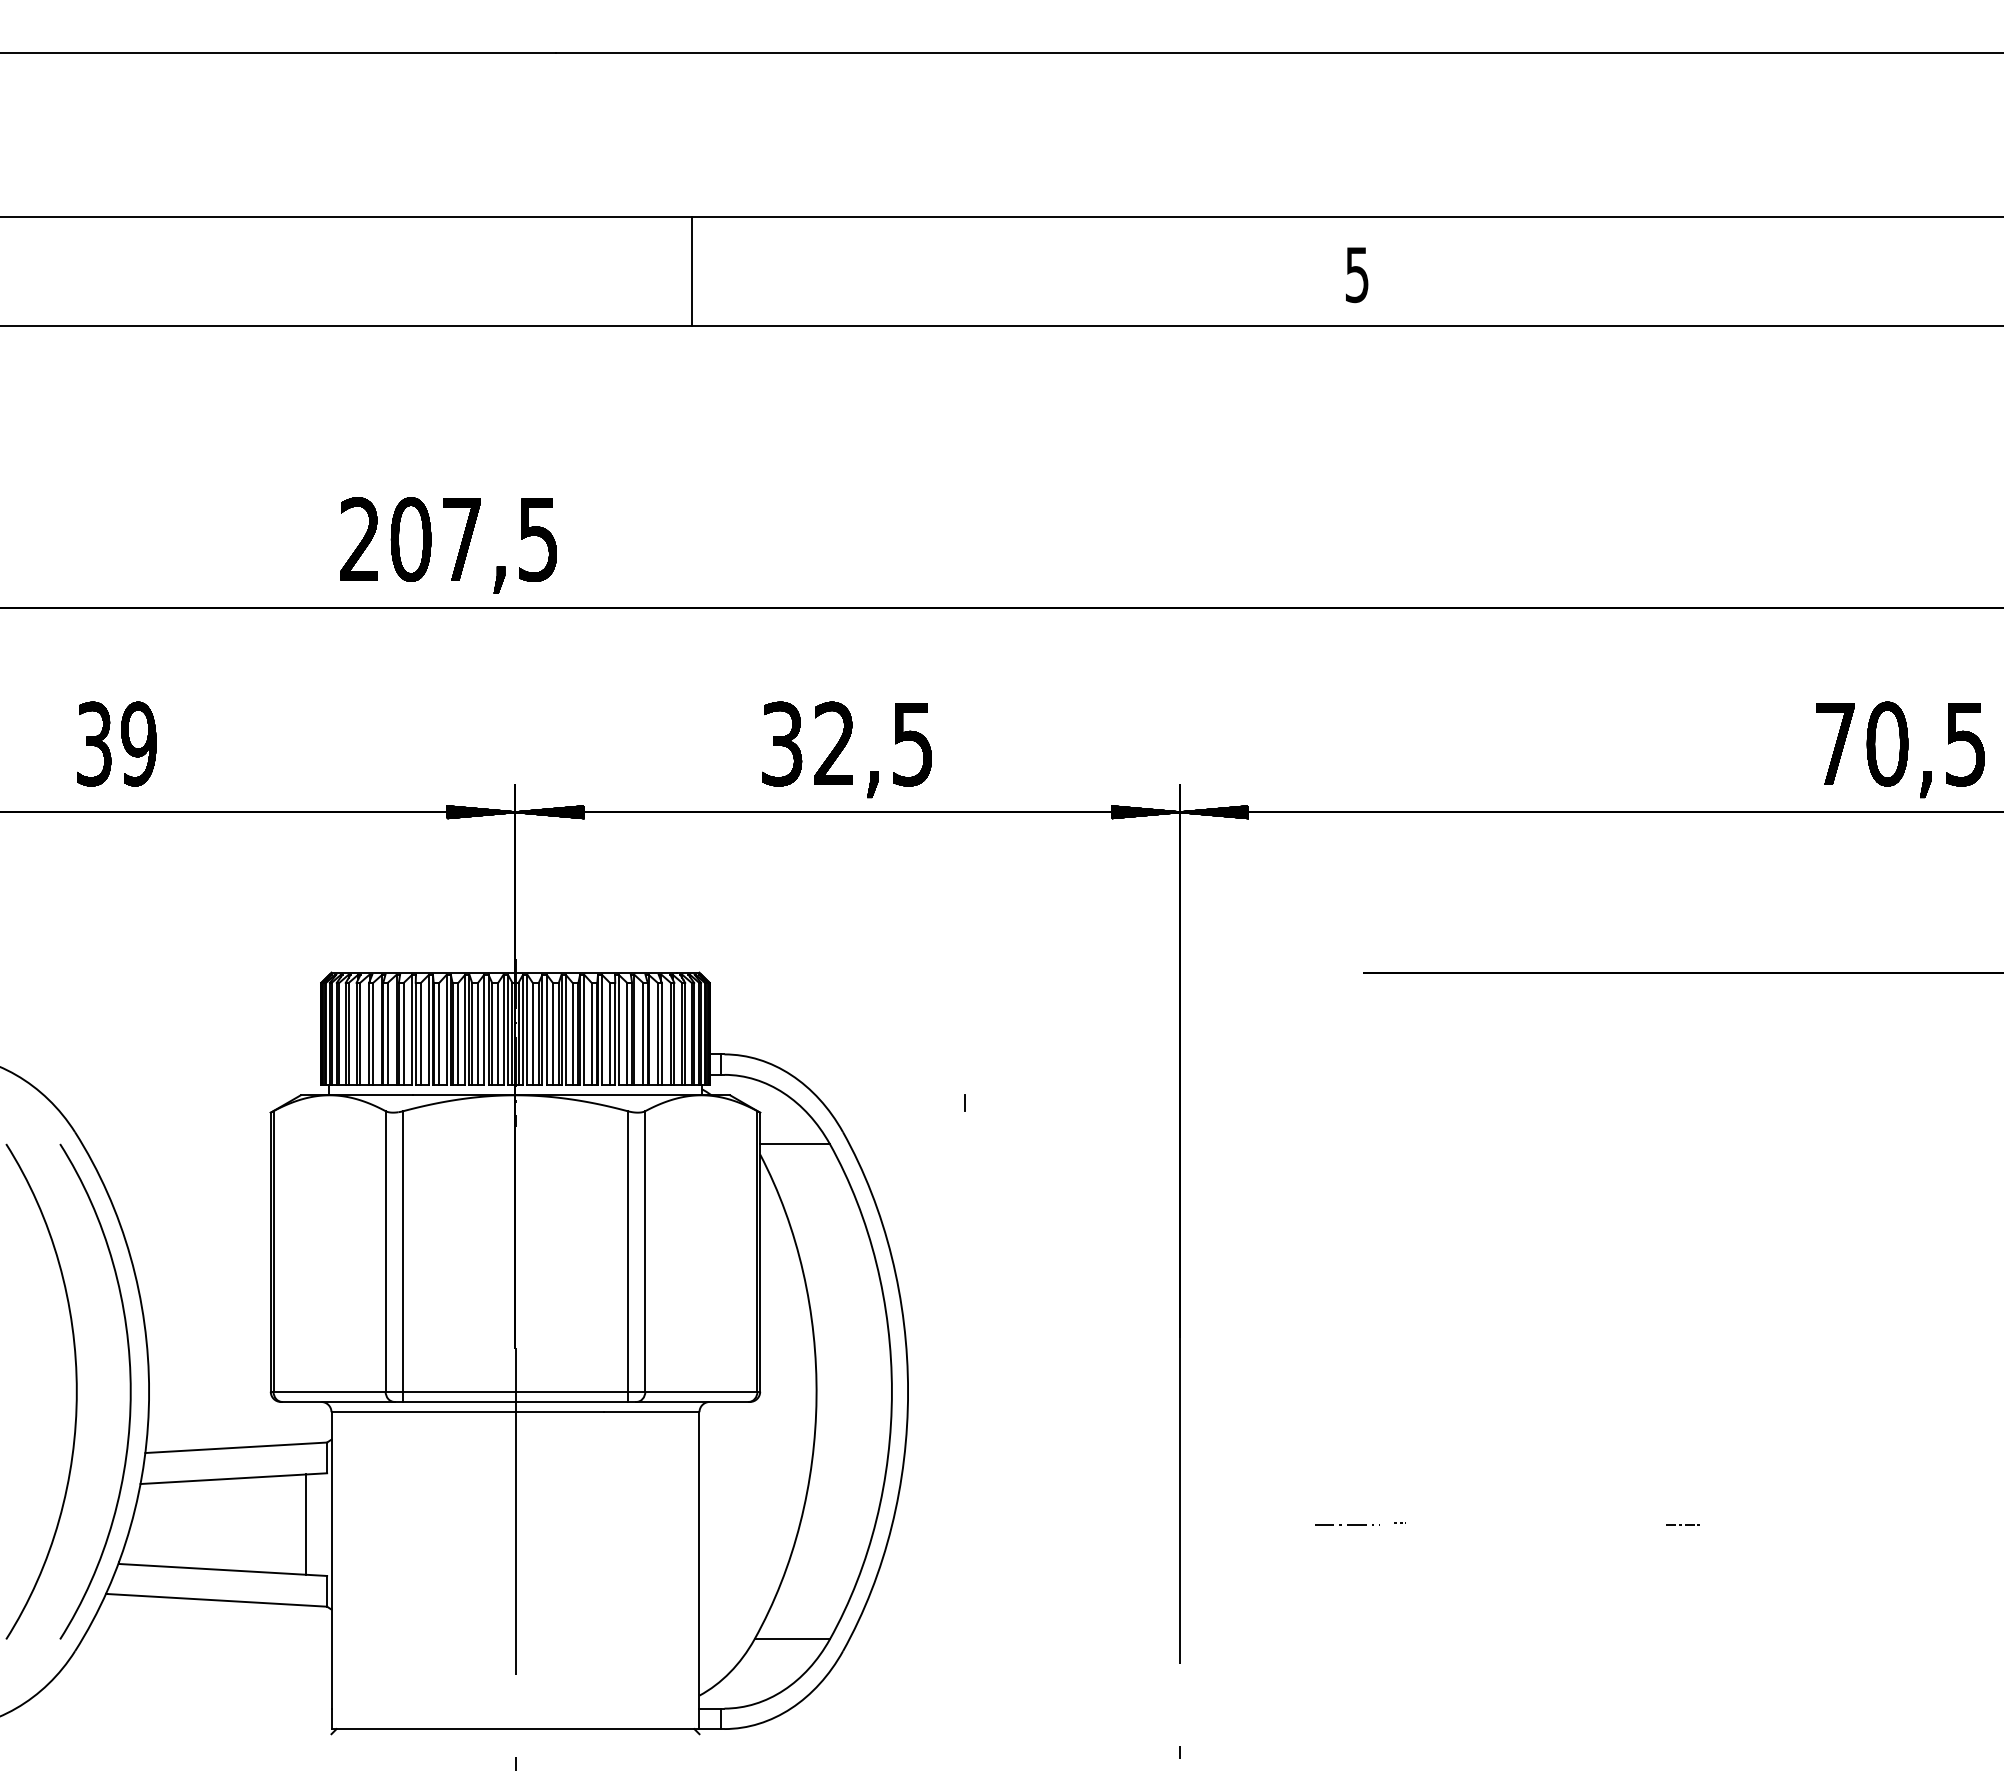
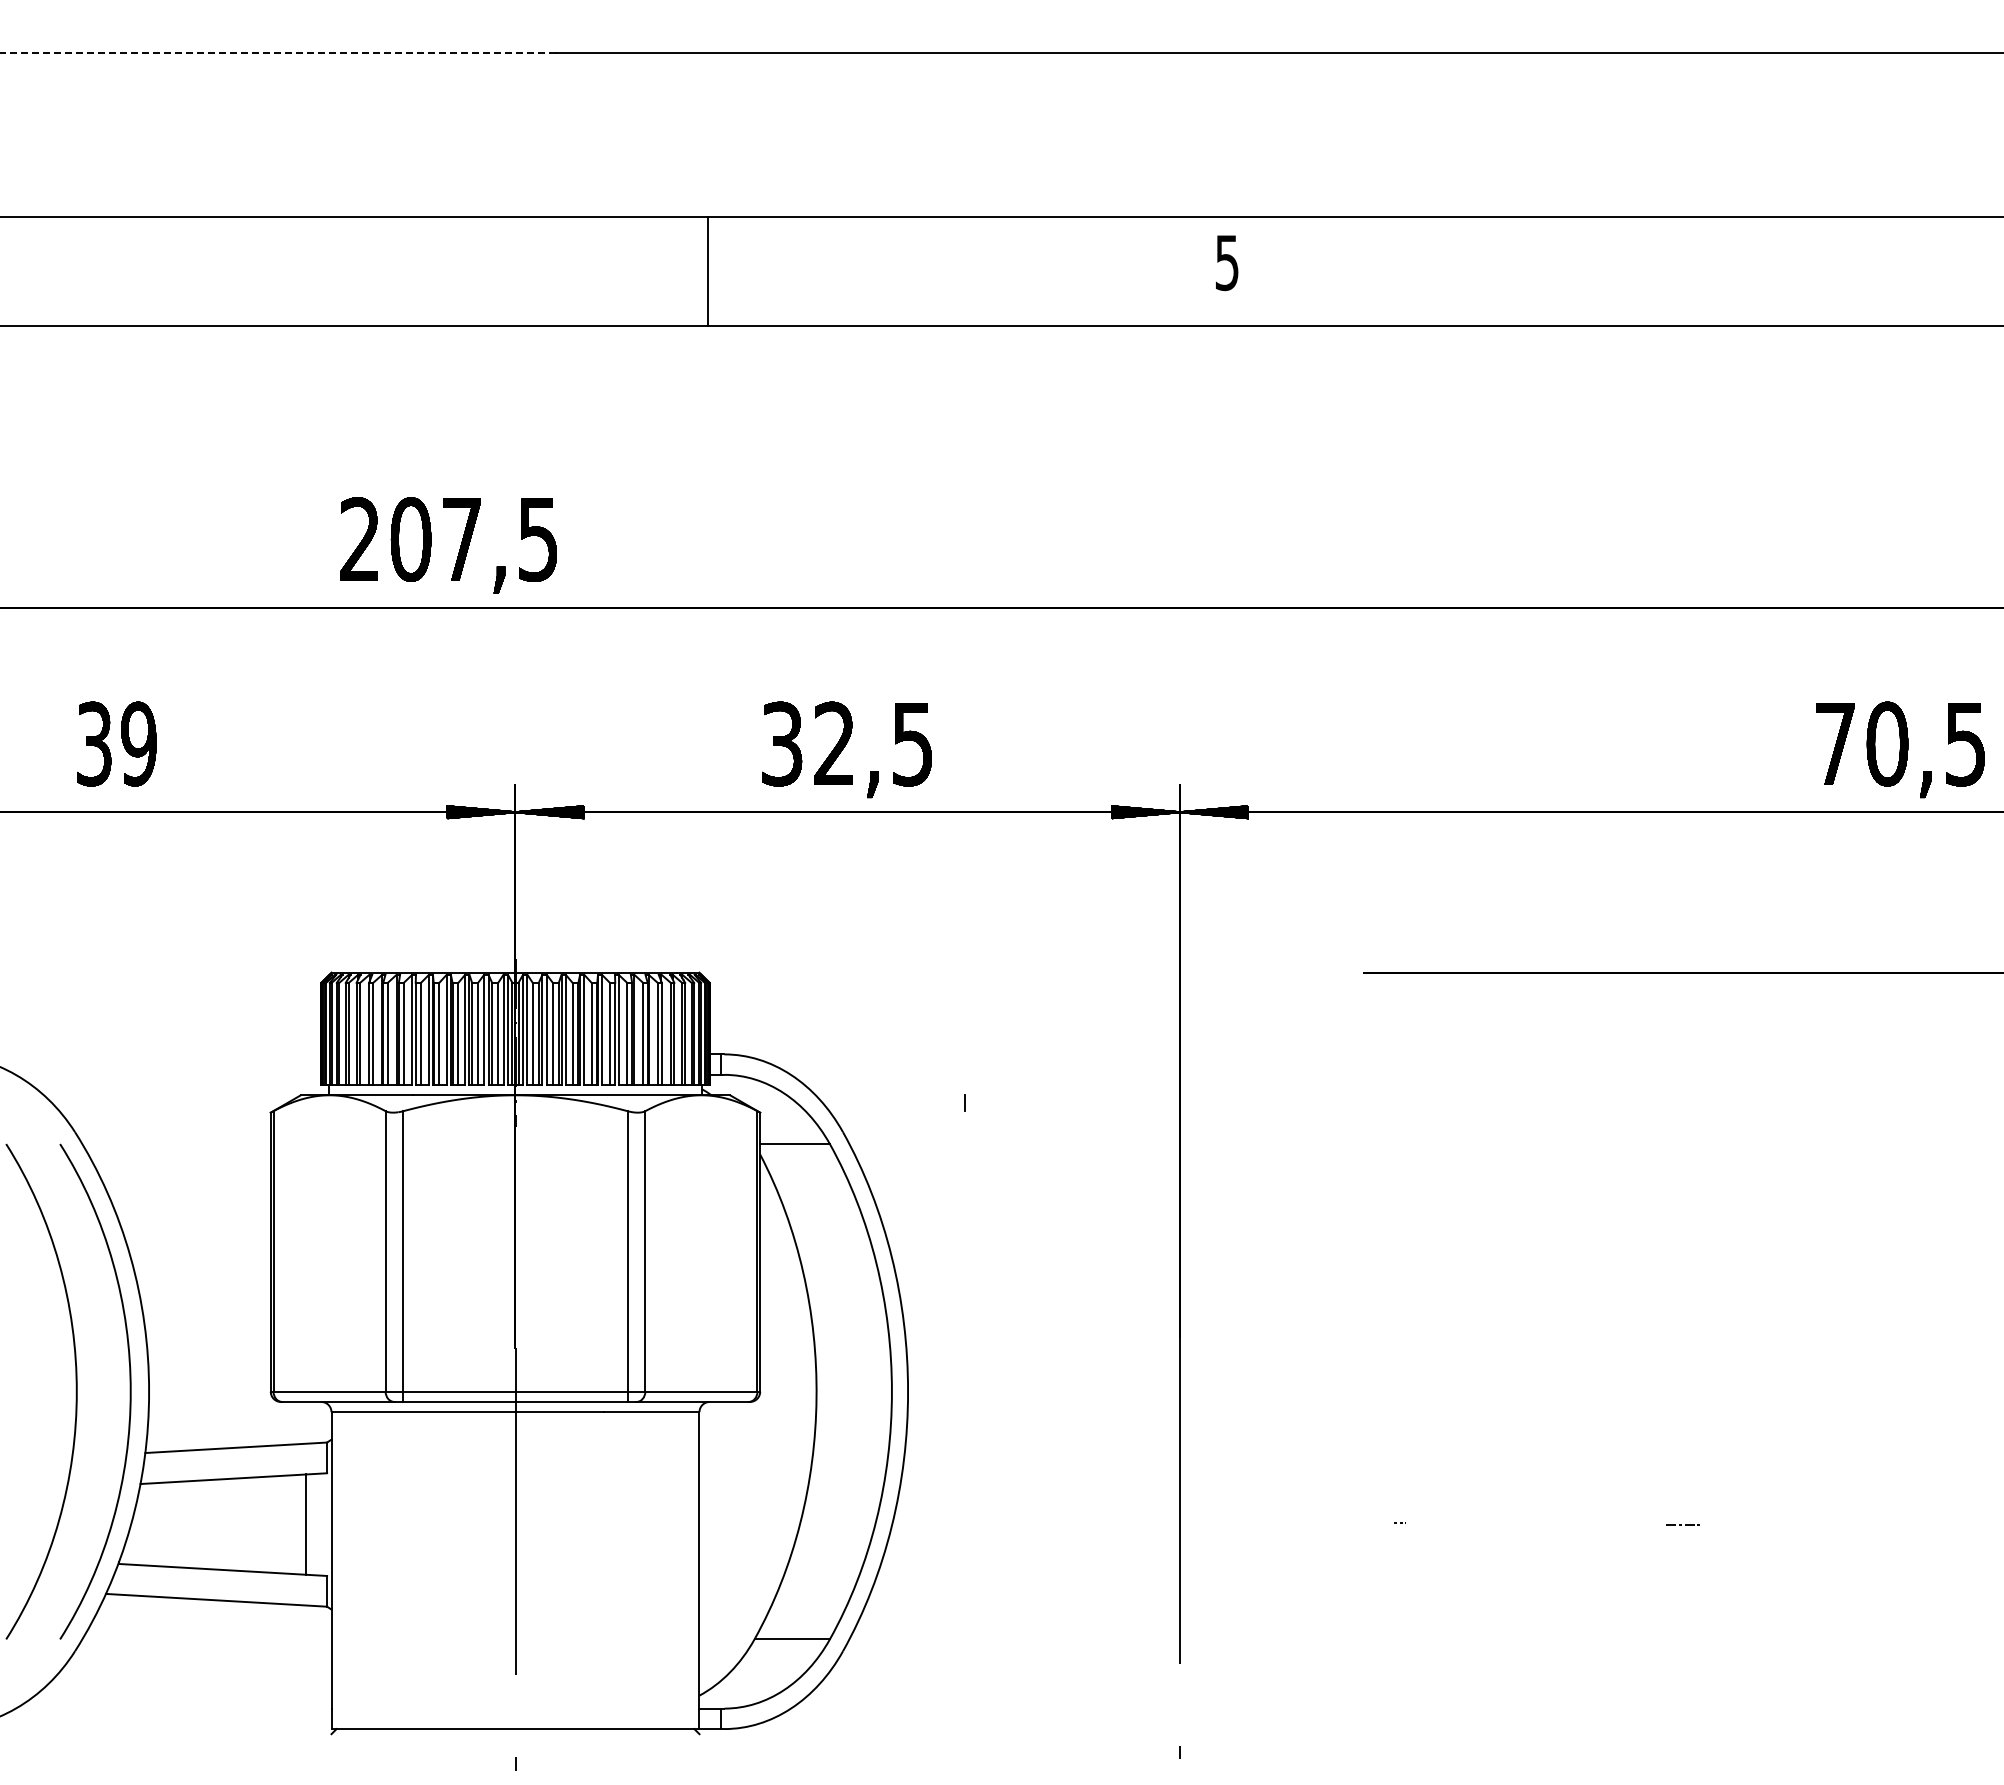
line at (277, 53): solid -> dashed
line at (692, 270) position: (692, 270) -> (708, 270)
text at (1357, 275) position: (1357, 275) -> (1227, 263)
line at (1347, 1524): present -> none
